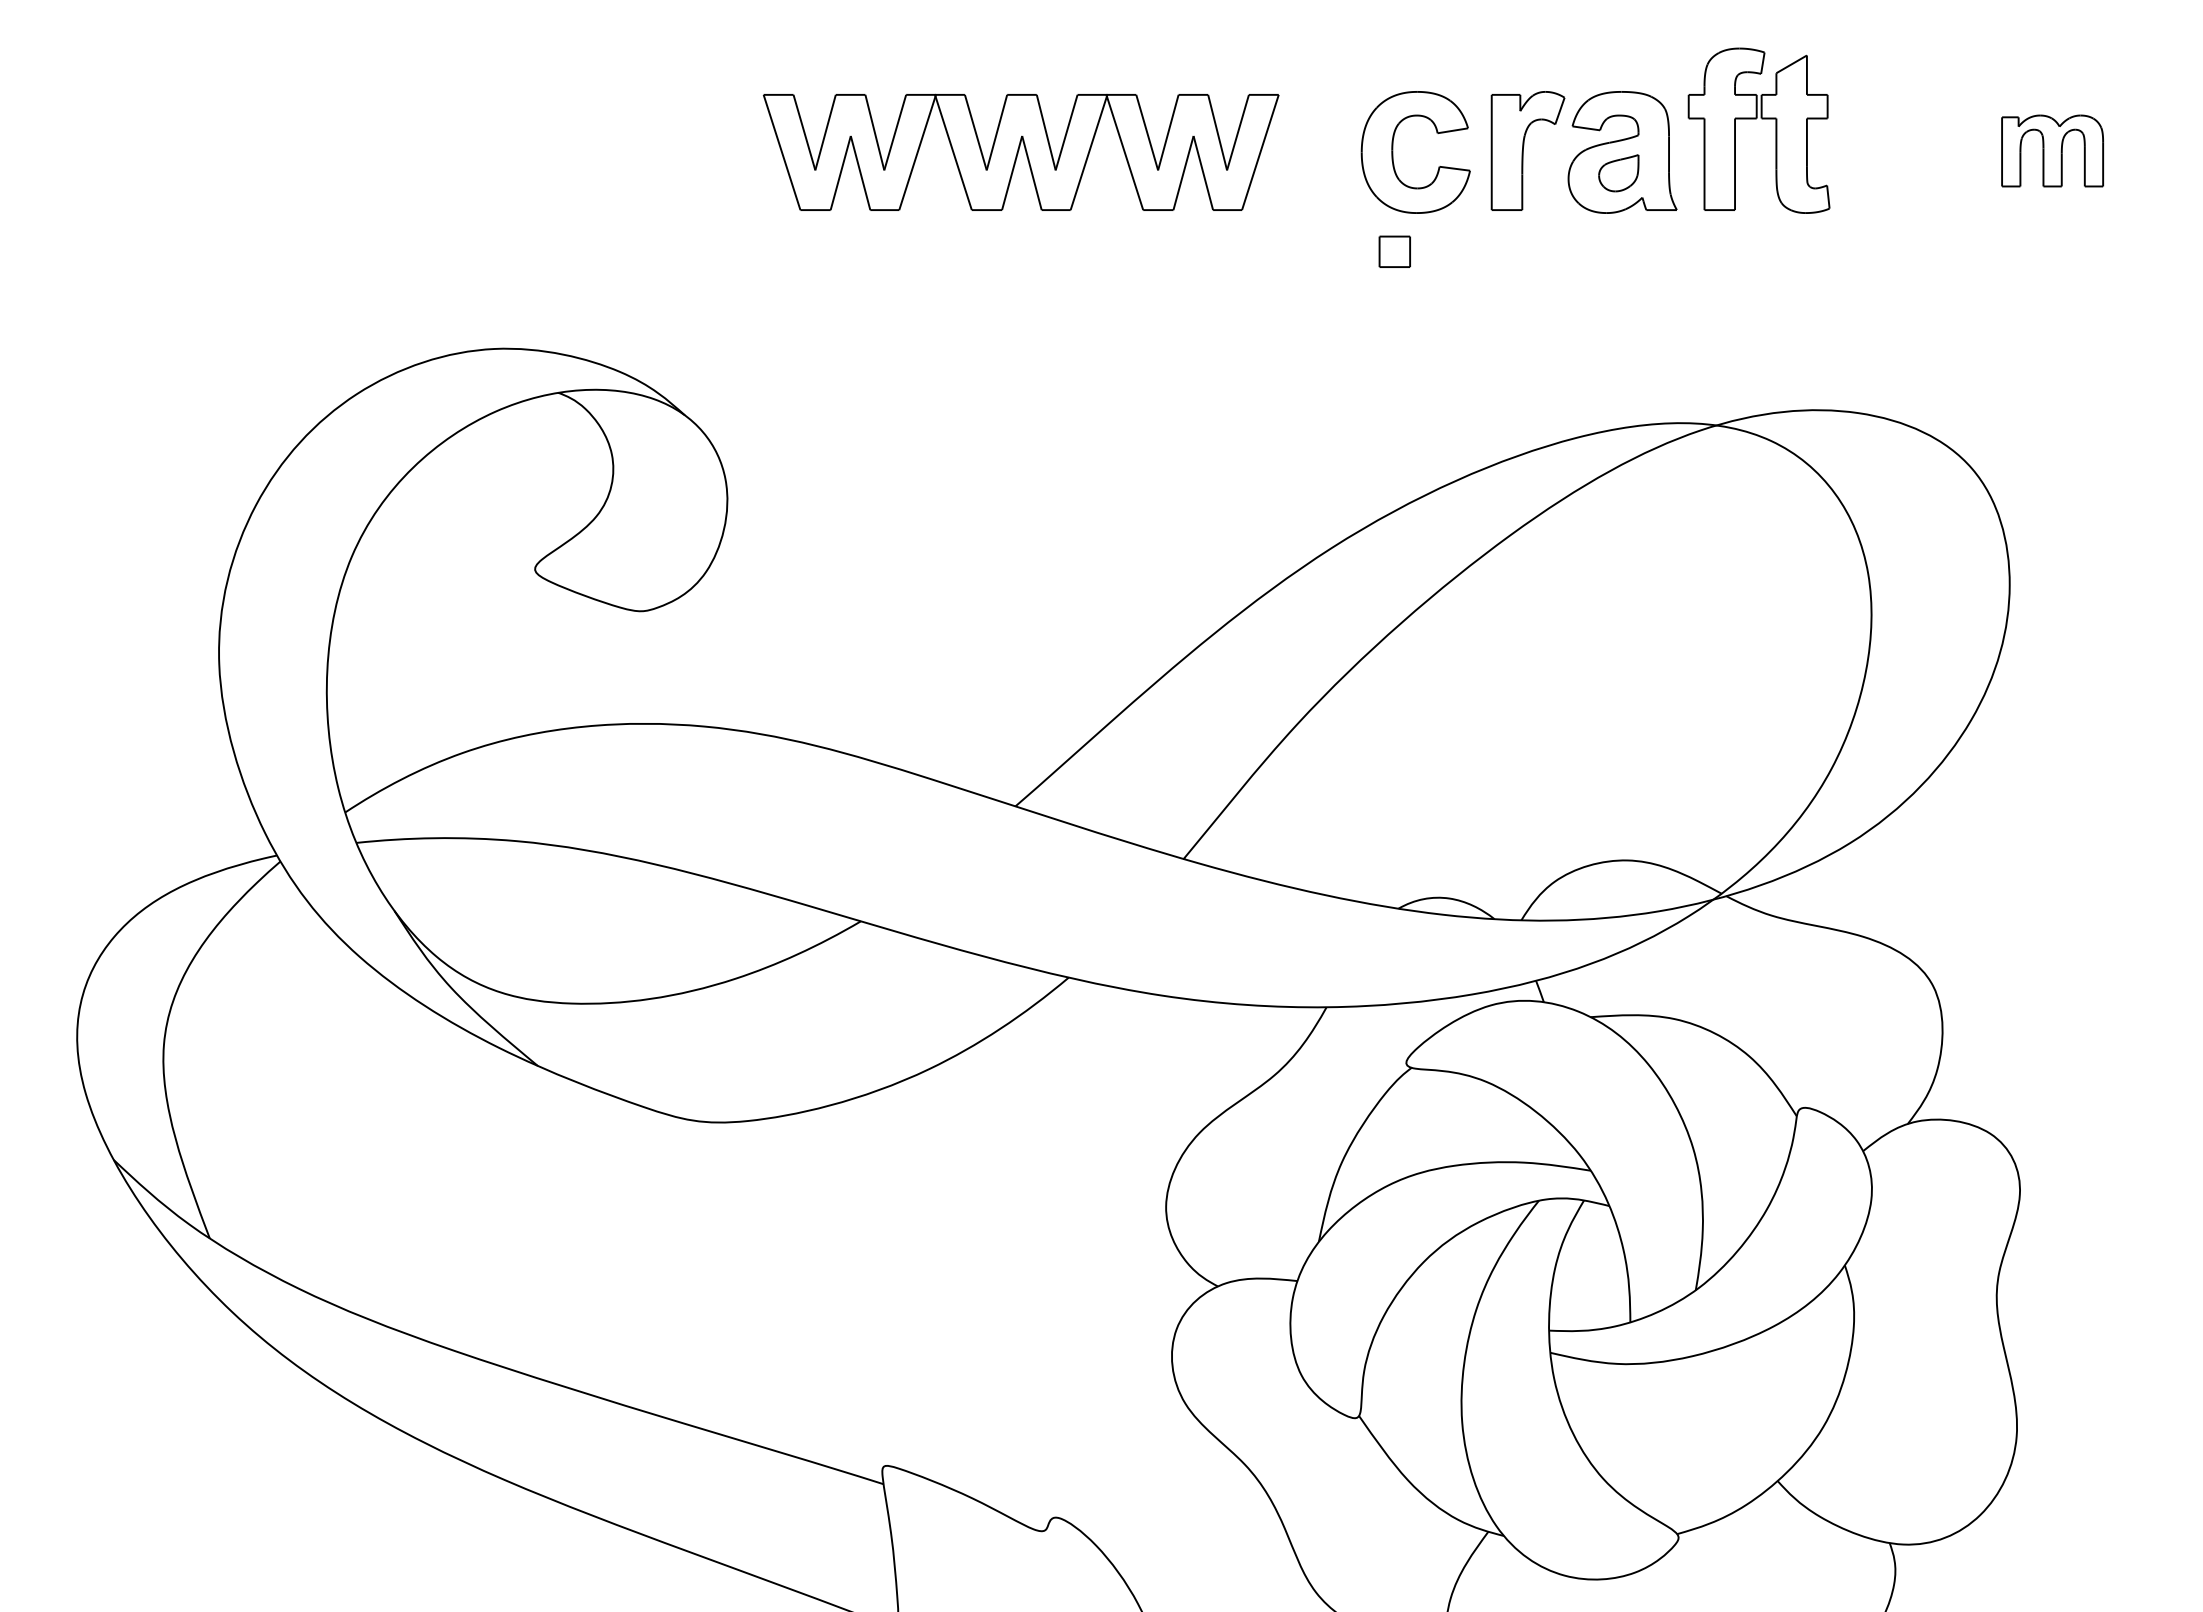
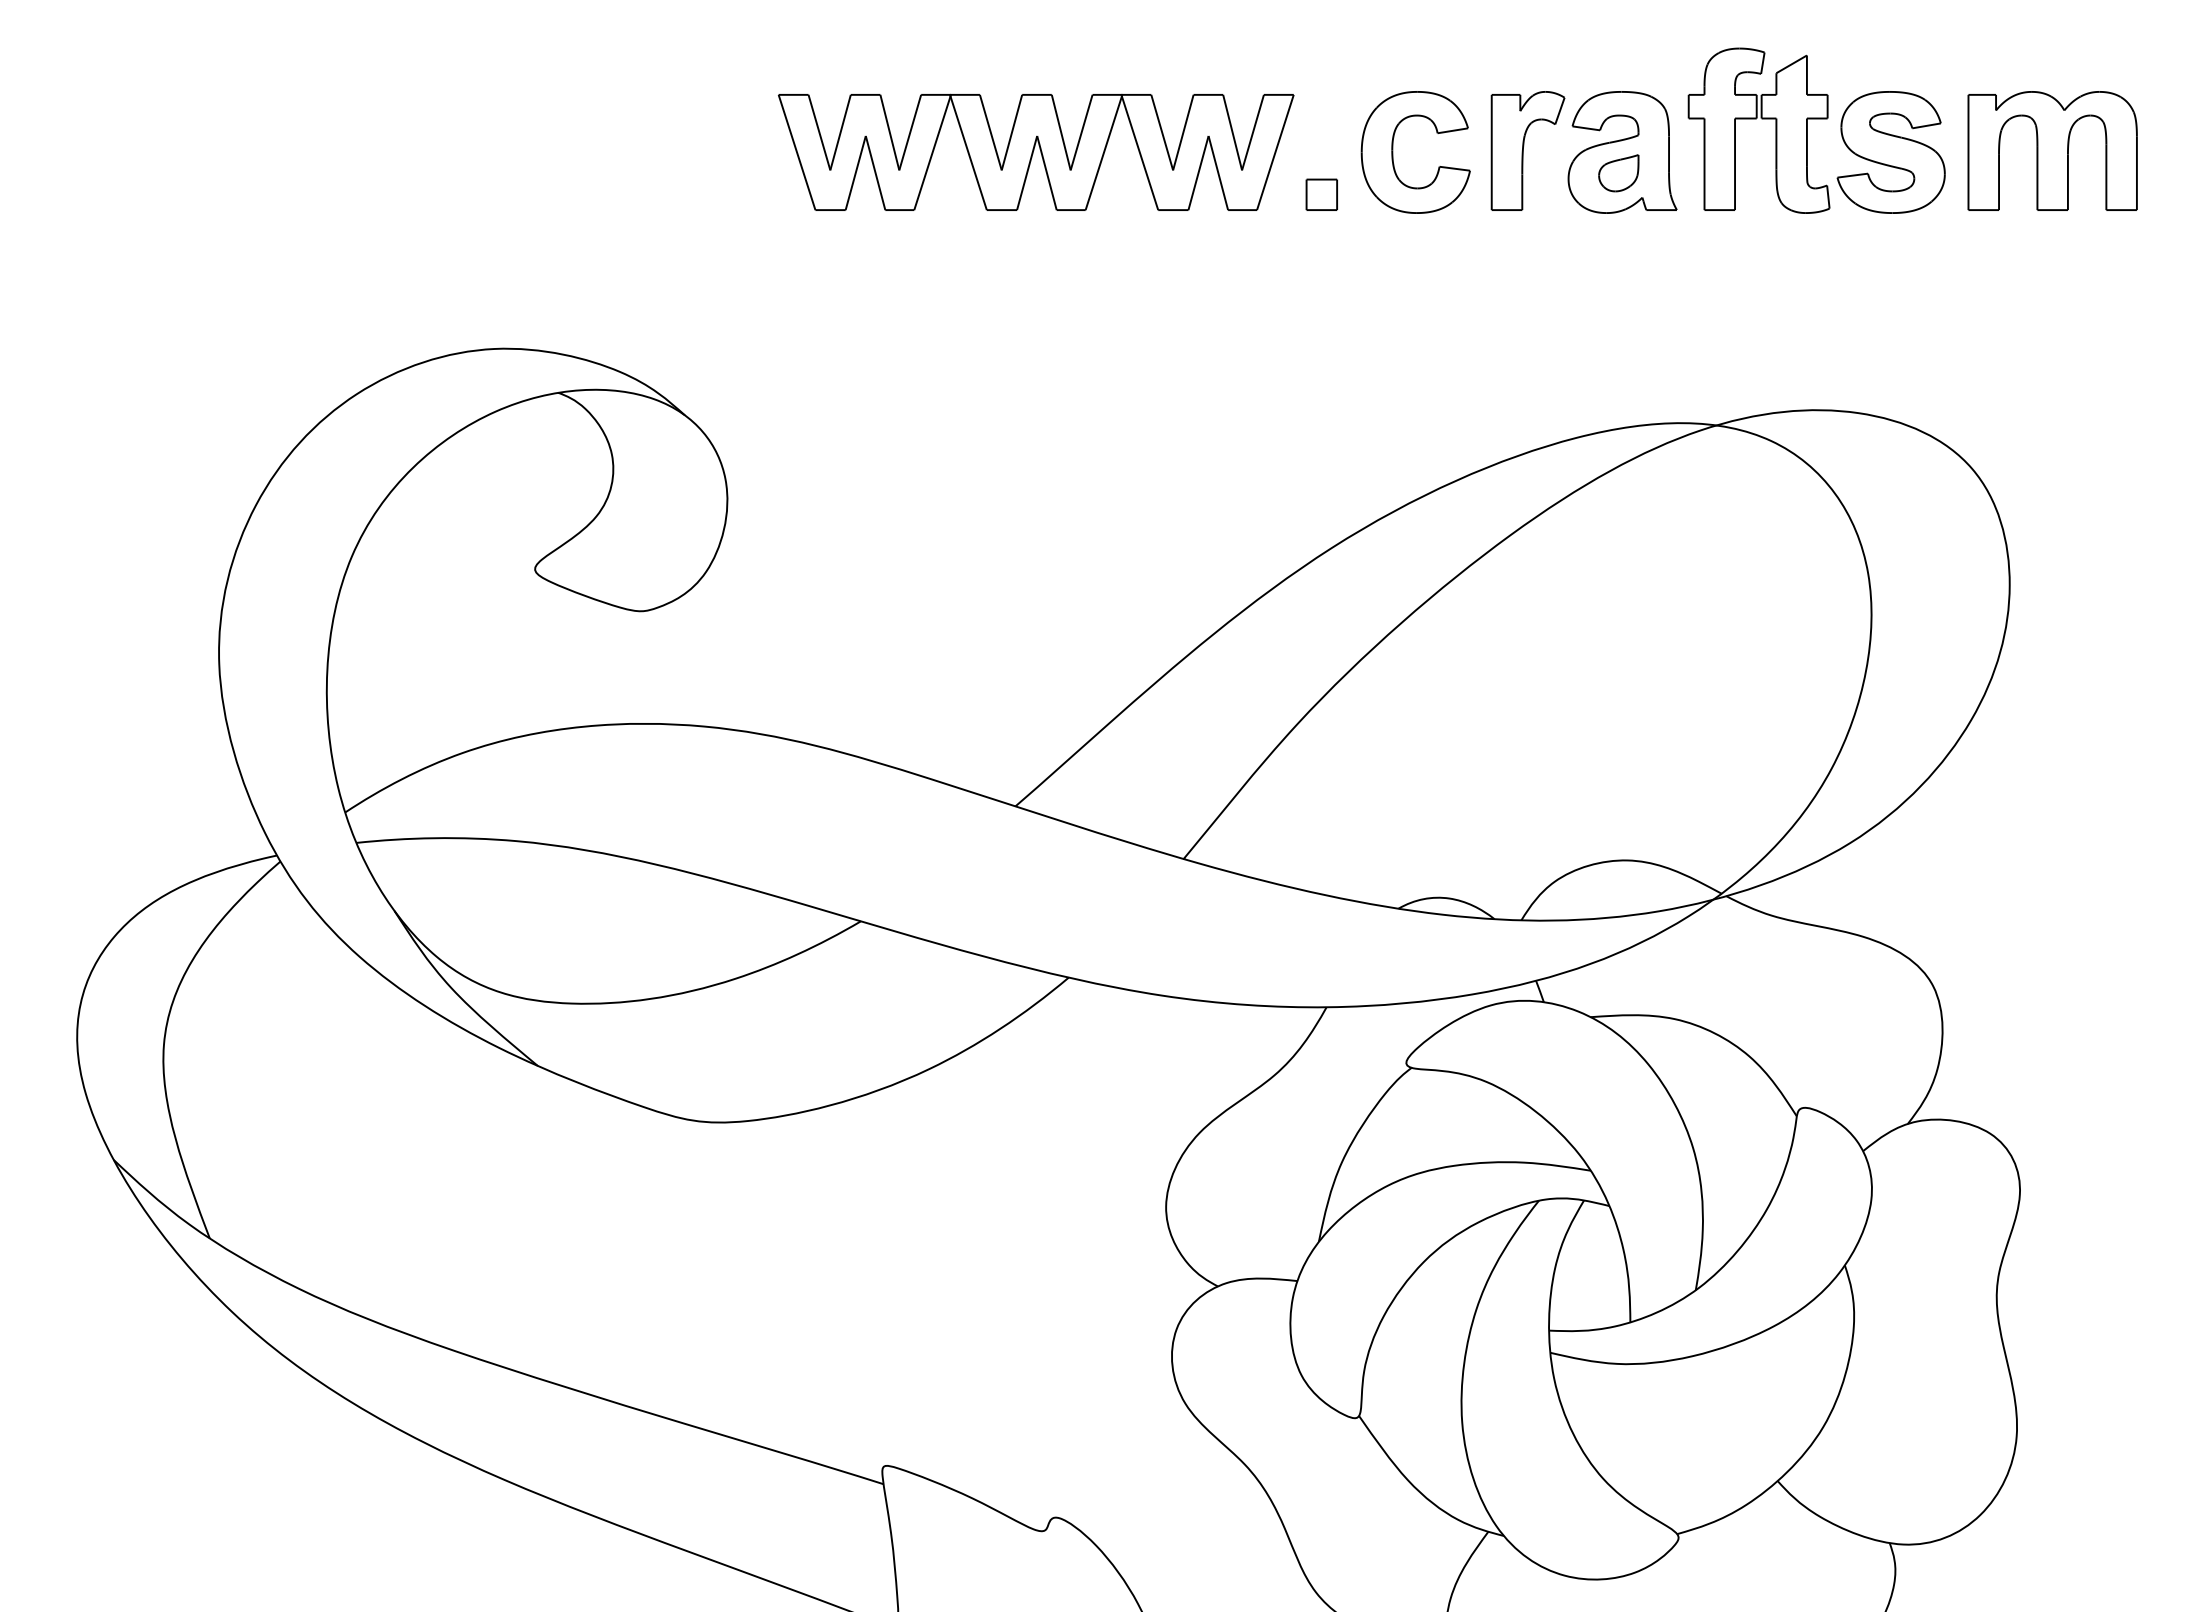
part at (2052, 150) size: 103x74 px -> 171x120 px
part at (1021, 151) position: (1021, 151) -> (1036, 151)
part at (1890, 152): none -> present
part at (1394, 251) position: (1394, 251) -> (1321, 194)
